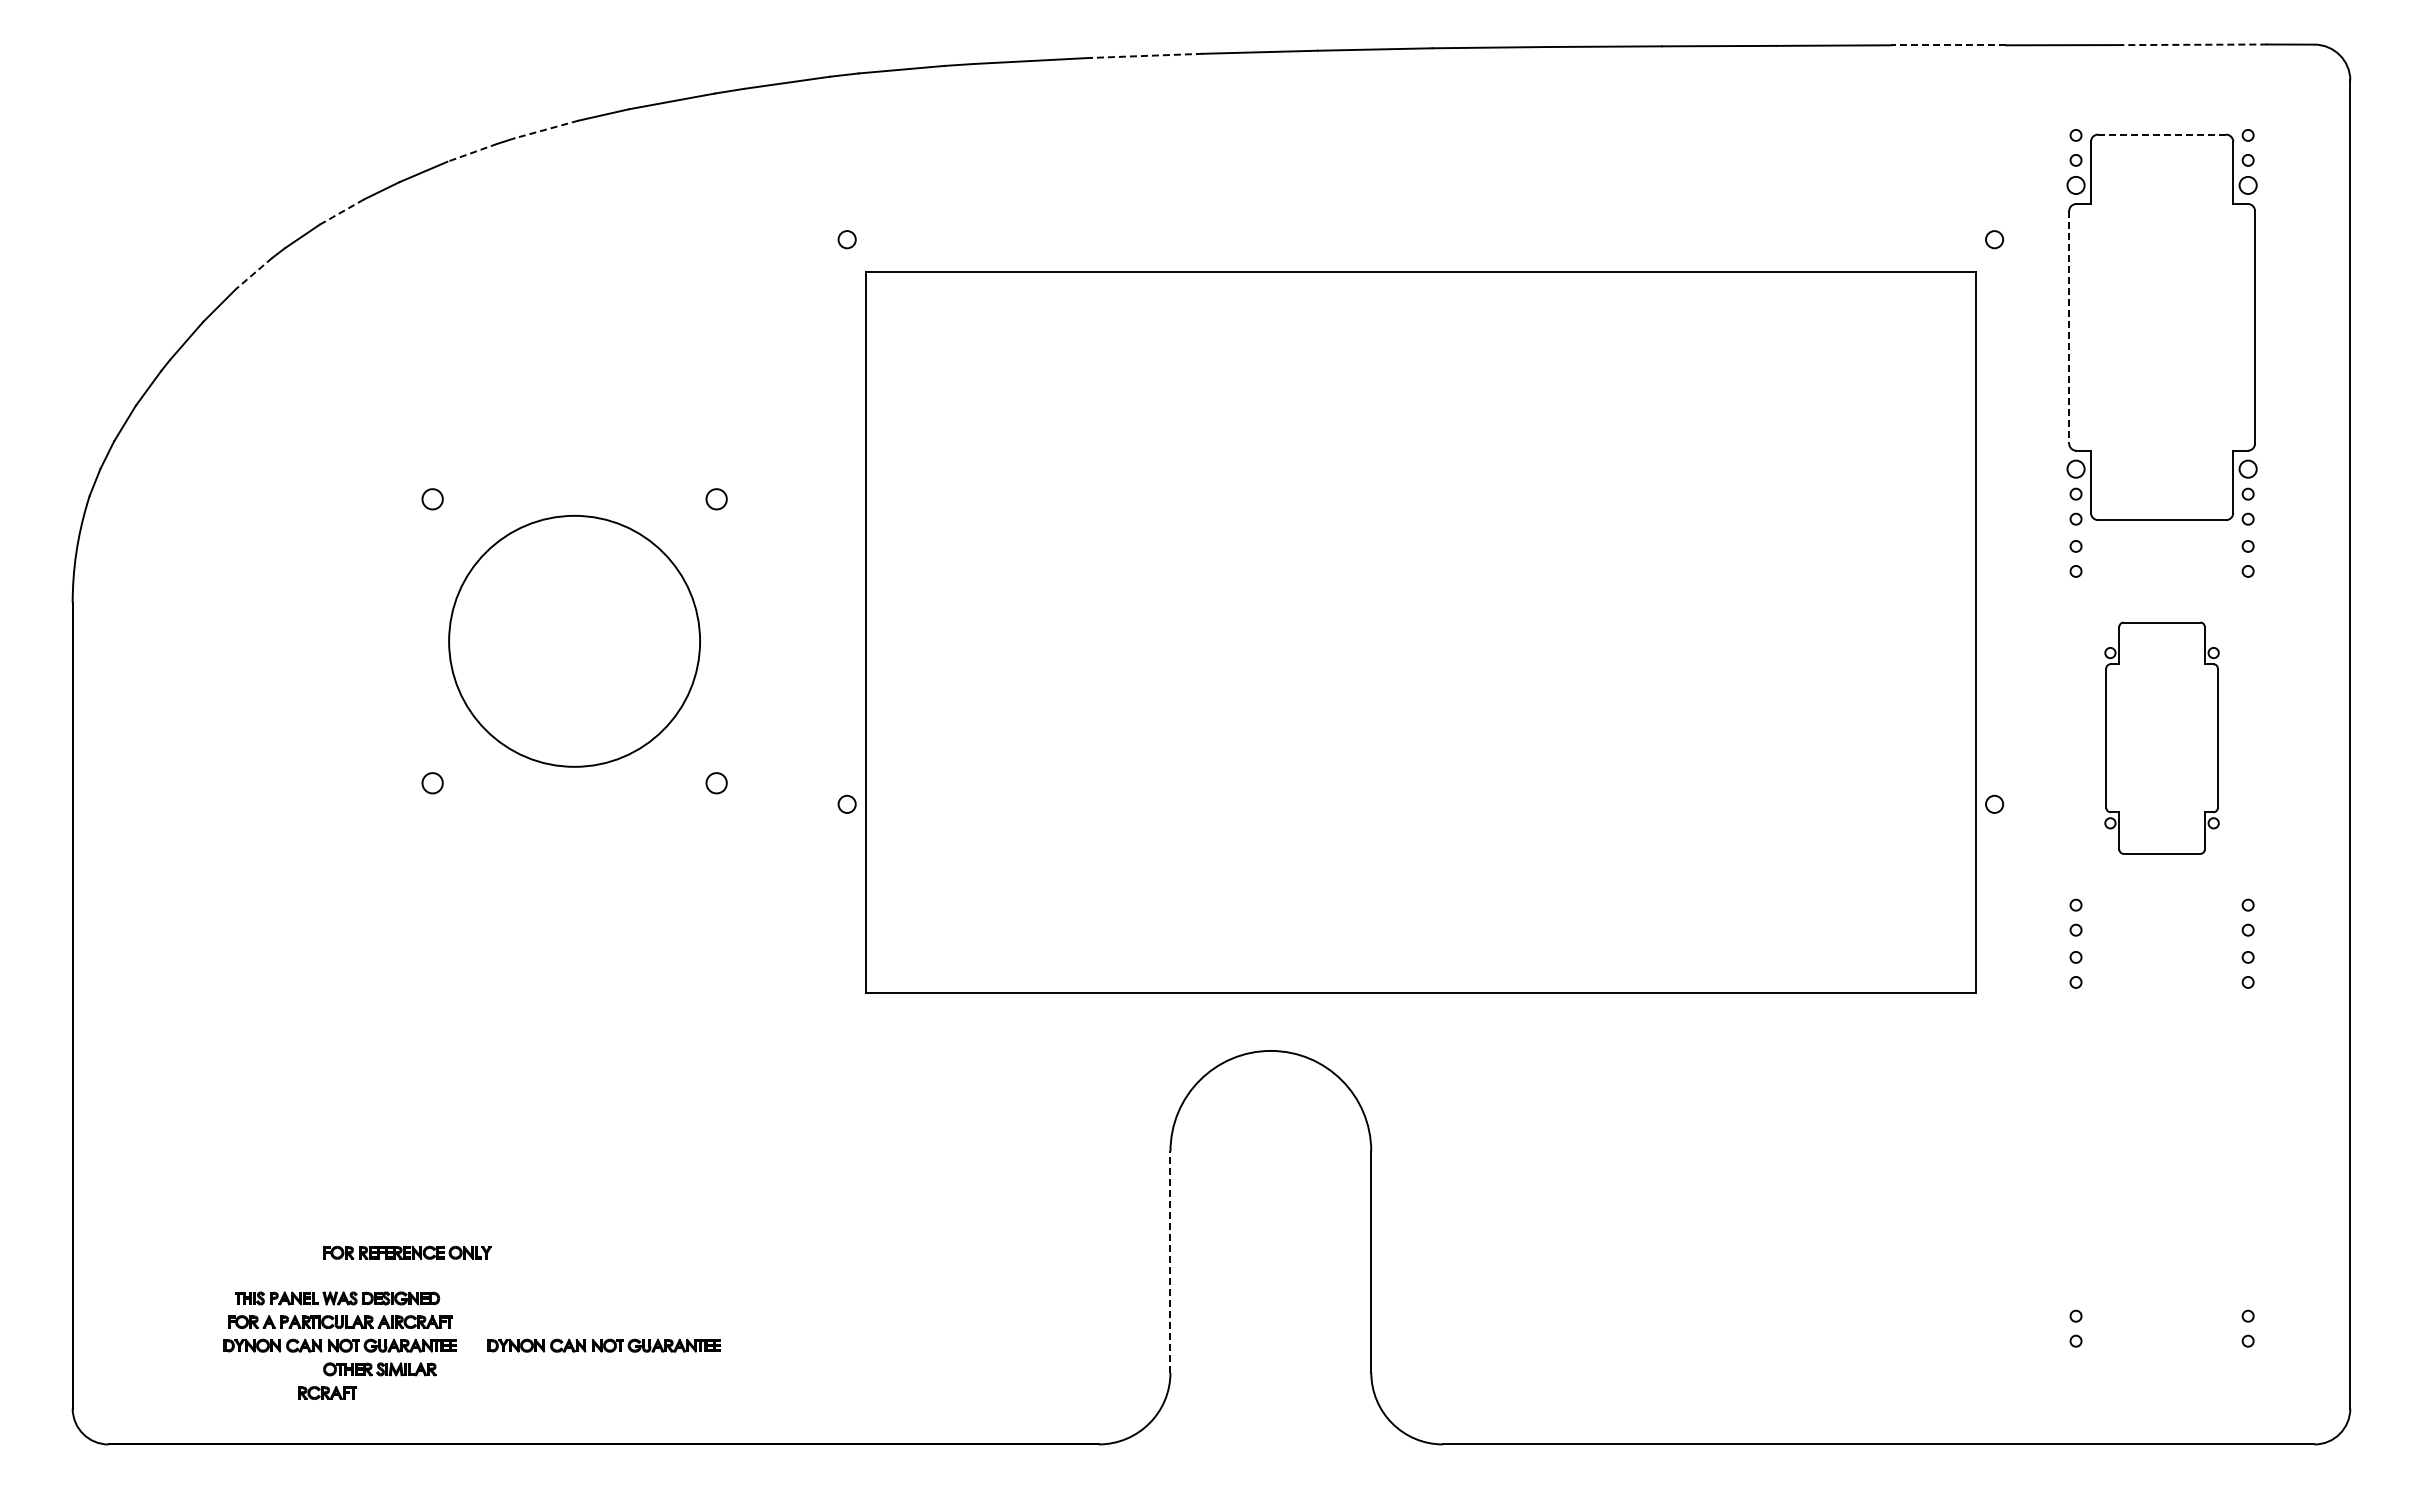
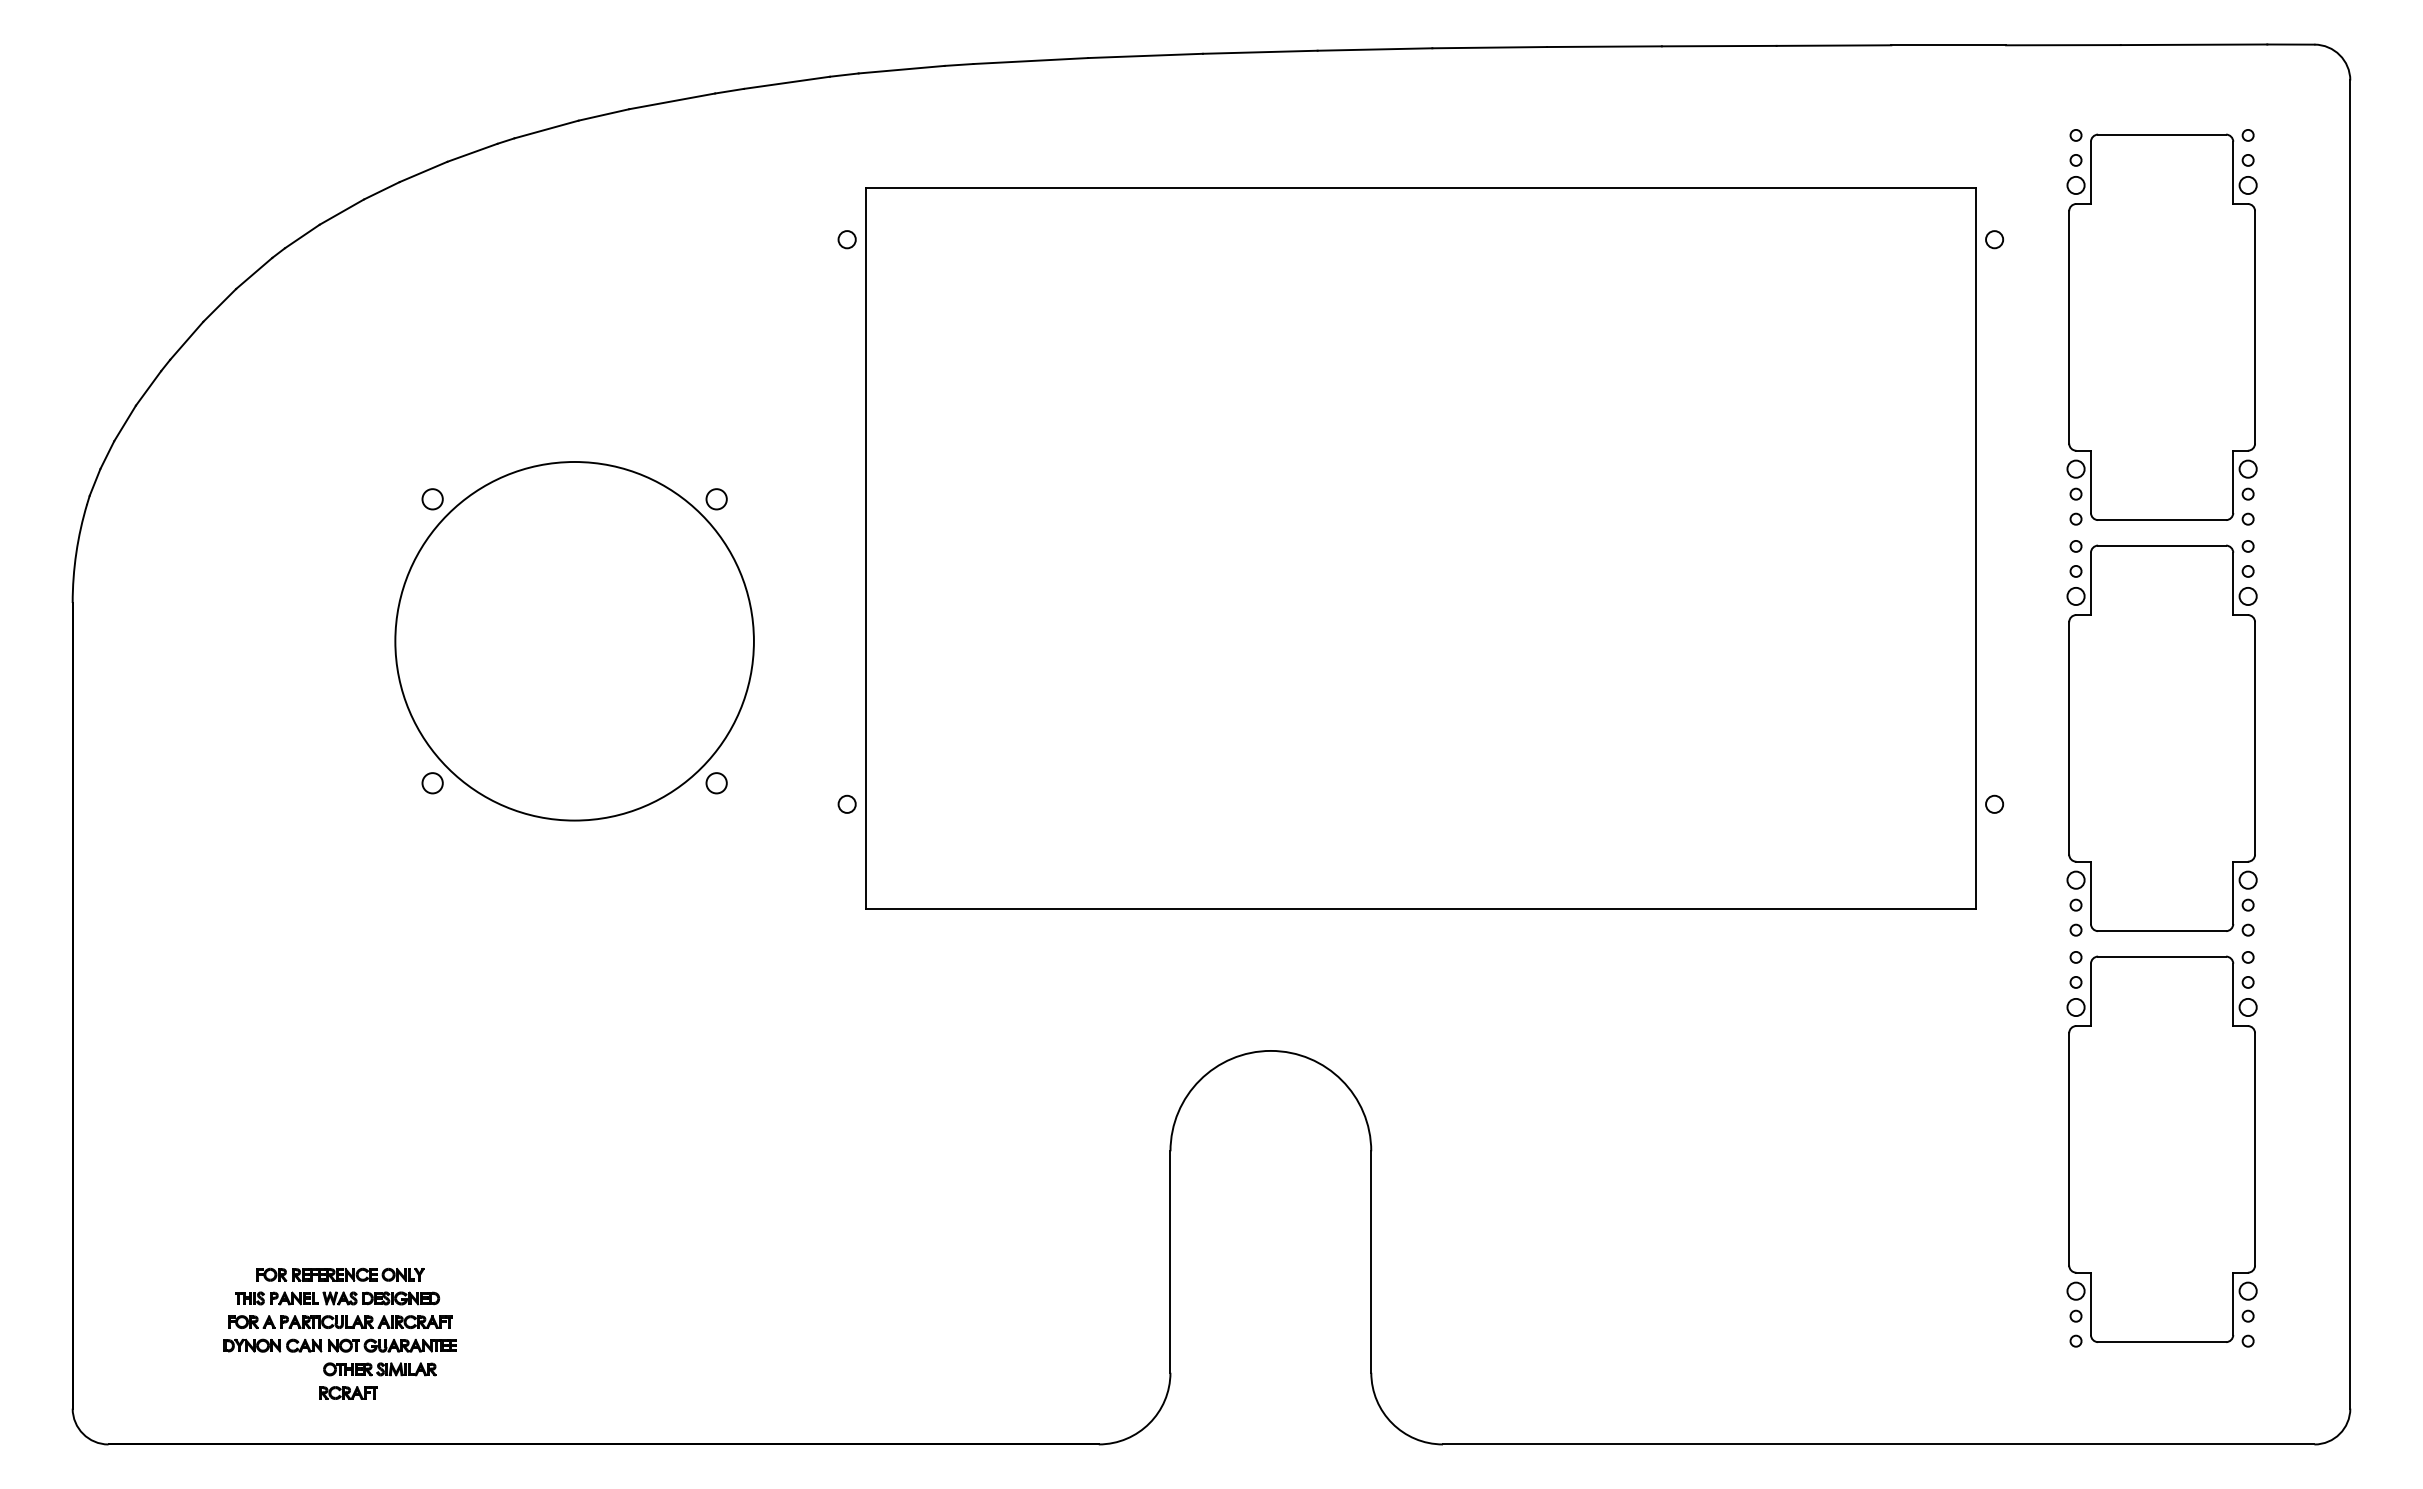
line at (2193, 44): dashed -> solid
line at (1948, 45): dashed -> solid
line at (1145, 55): dashed -> solid
line at (546, 129): dashed -> solid
line at (2162, 134): dashed -> solid
line at (472, 152): dashed -> solid
line at (341, 212): dashed -> solid
line at (254, 273): dashed -> solid
line at (2069, 327): dashed -> solid
part at (1420, 632) position: (1420, 632) -> (1420, 548)
circle at (574, 641) size: 253x253 px -> 361x361 px
part at (2161, 737) size: 116x234 px -> 192x388 px
part at (2161, 1148): none -> present
part at (407, 1252) position: (407, 1252) -> (340, 1274)
line at (1170, 1262): dashed -> solid
part at (603, 1345): present -> none
part at (327, 1392) position: (327, 1392) -> (348, 1392)
